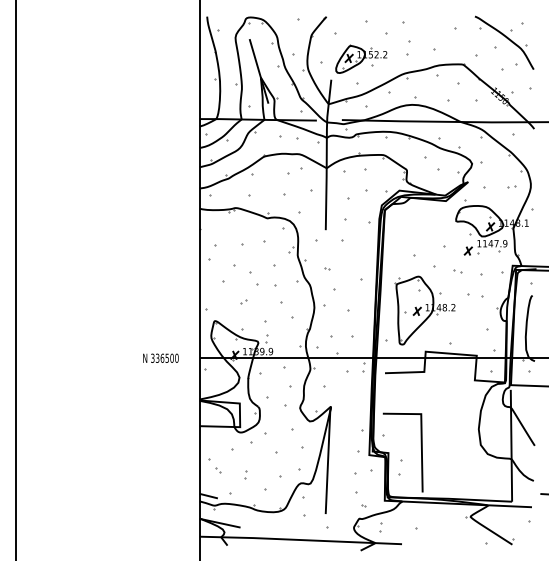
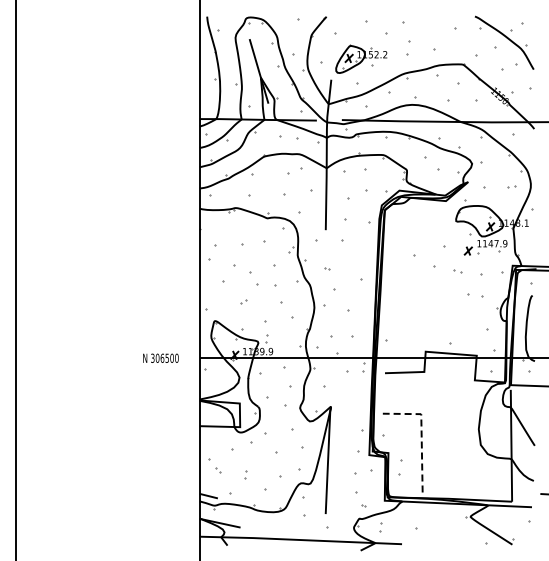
part at (424, 310): present -> none
text at (157, 357): 336500 -> 306500
line at (421, 433): solid -> dashed
